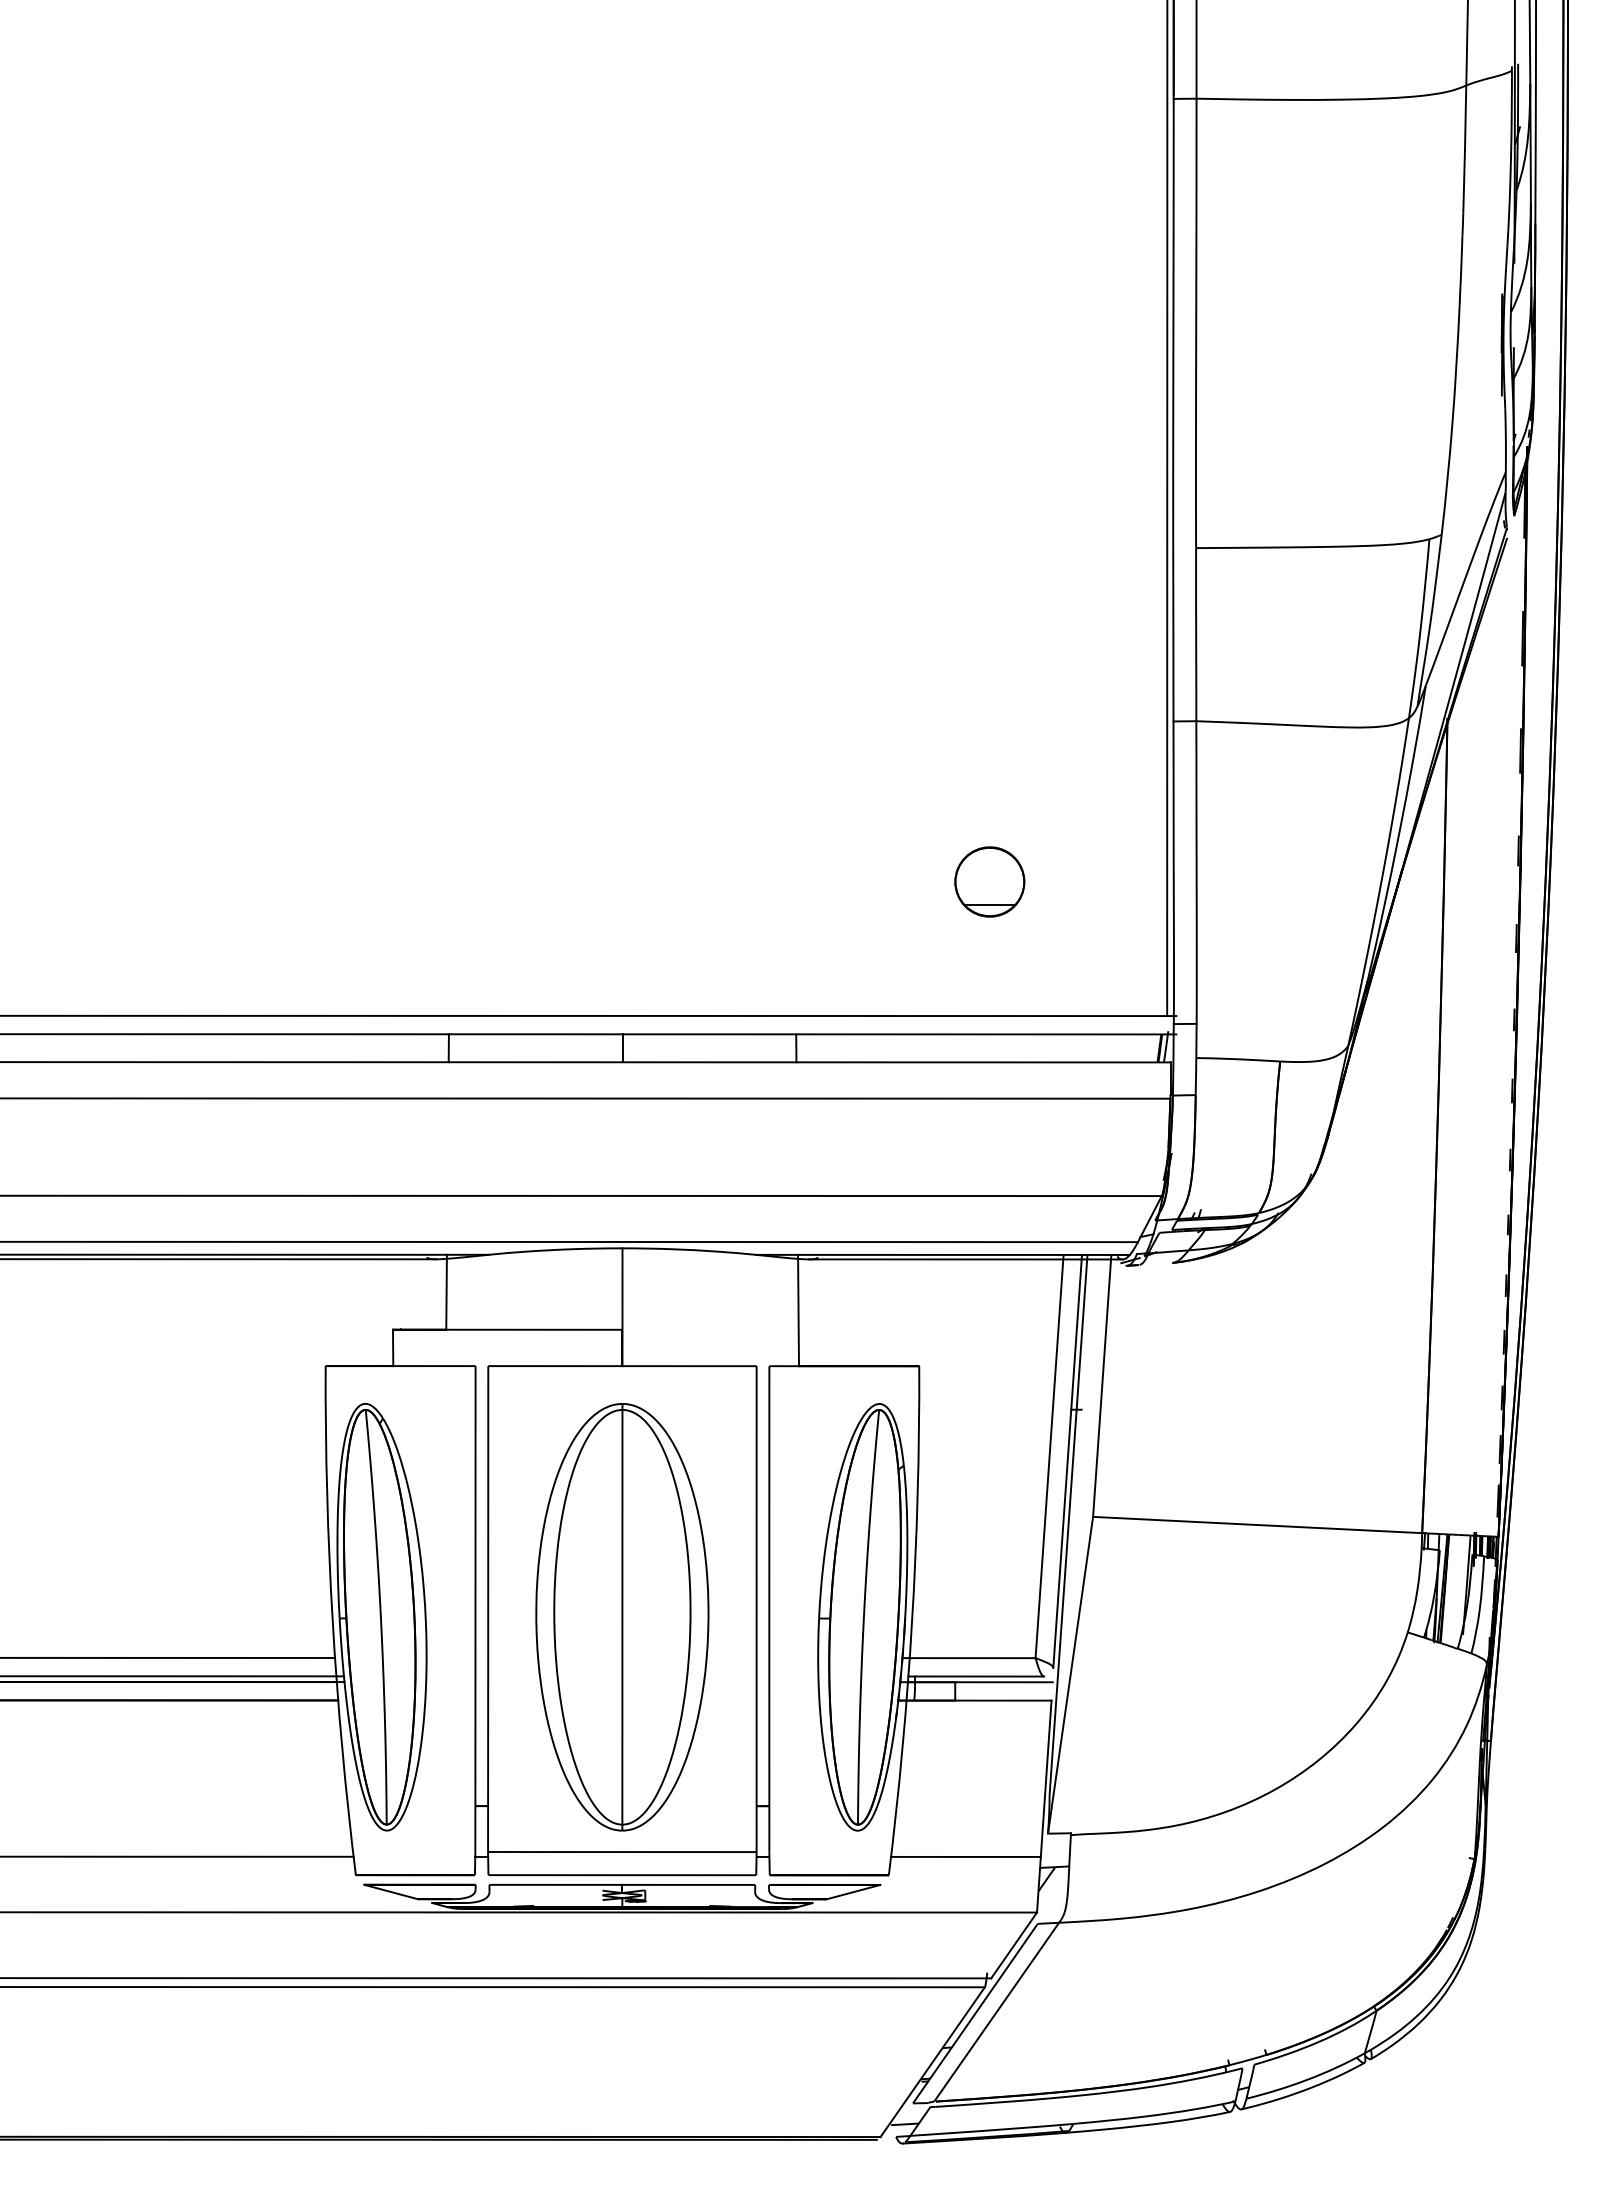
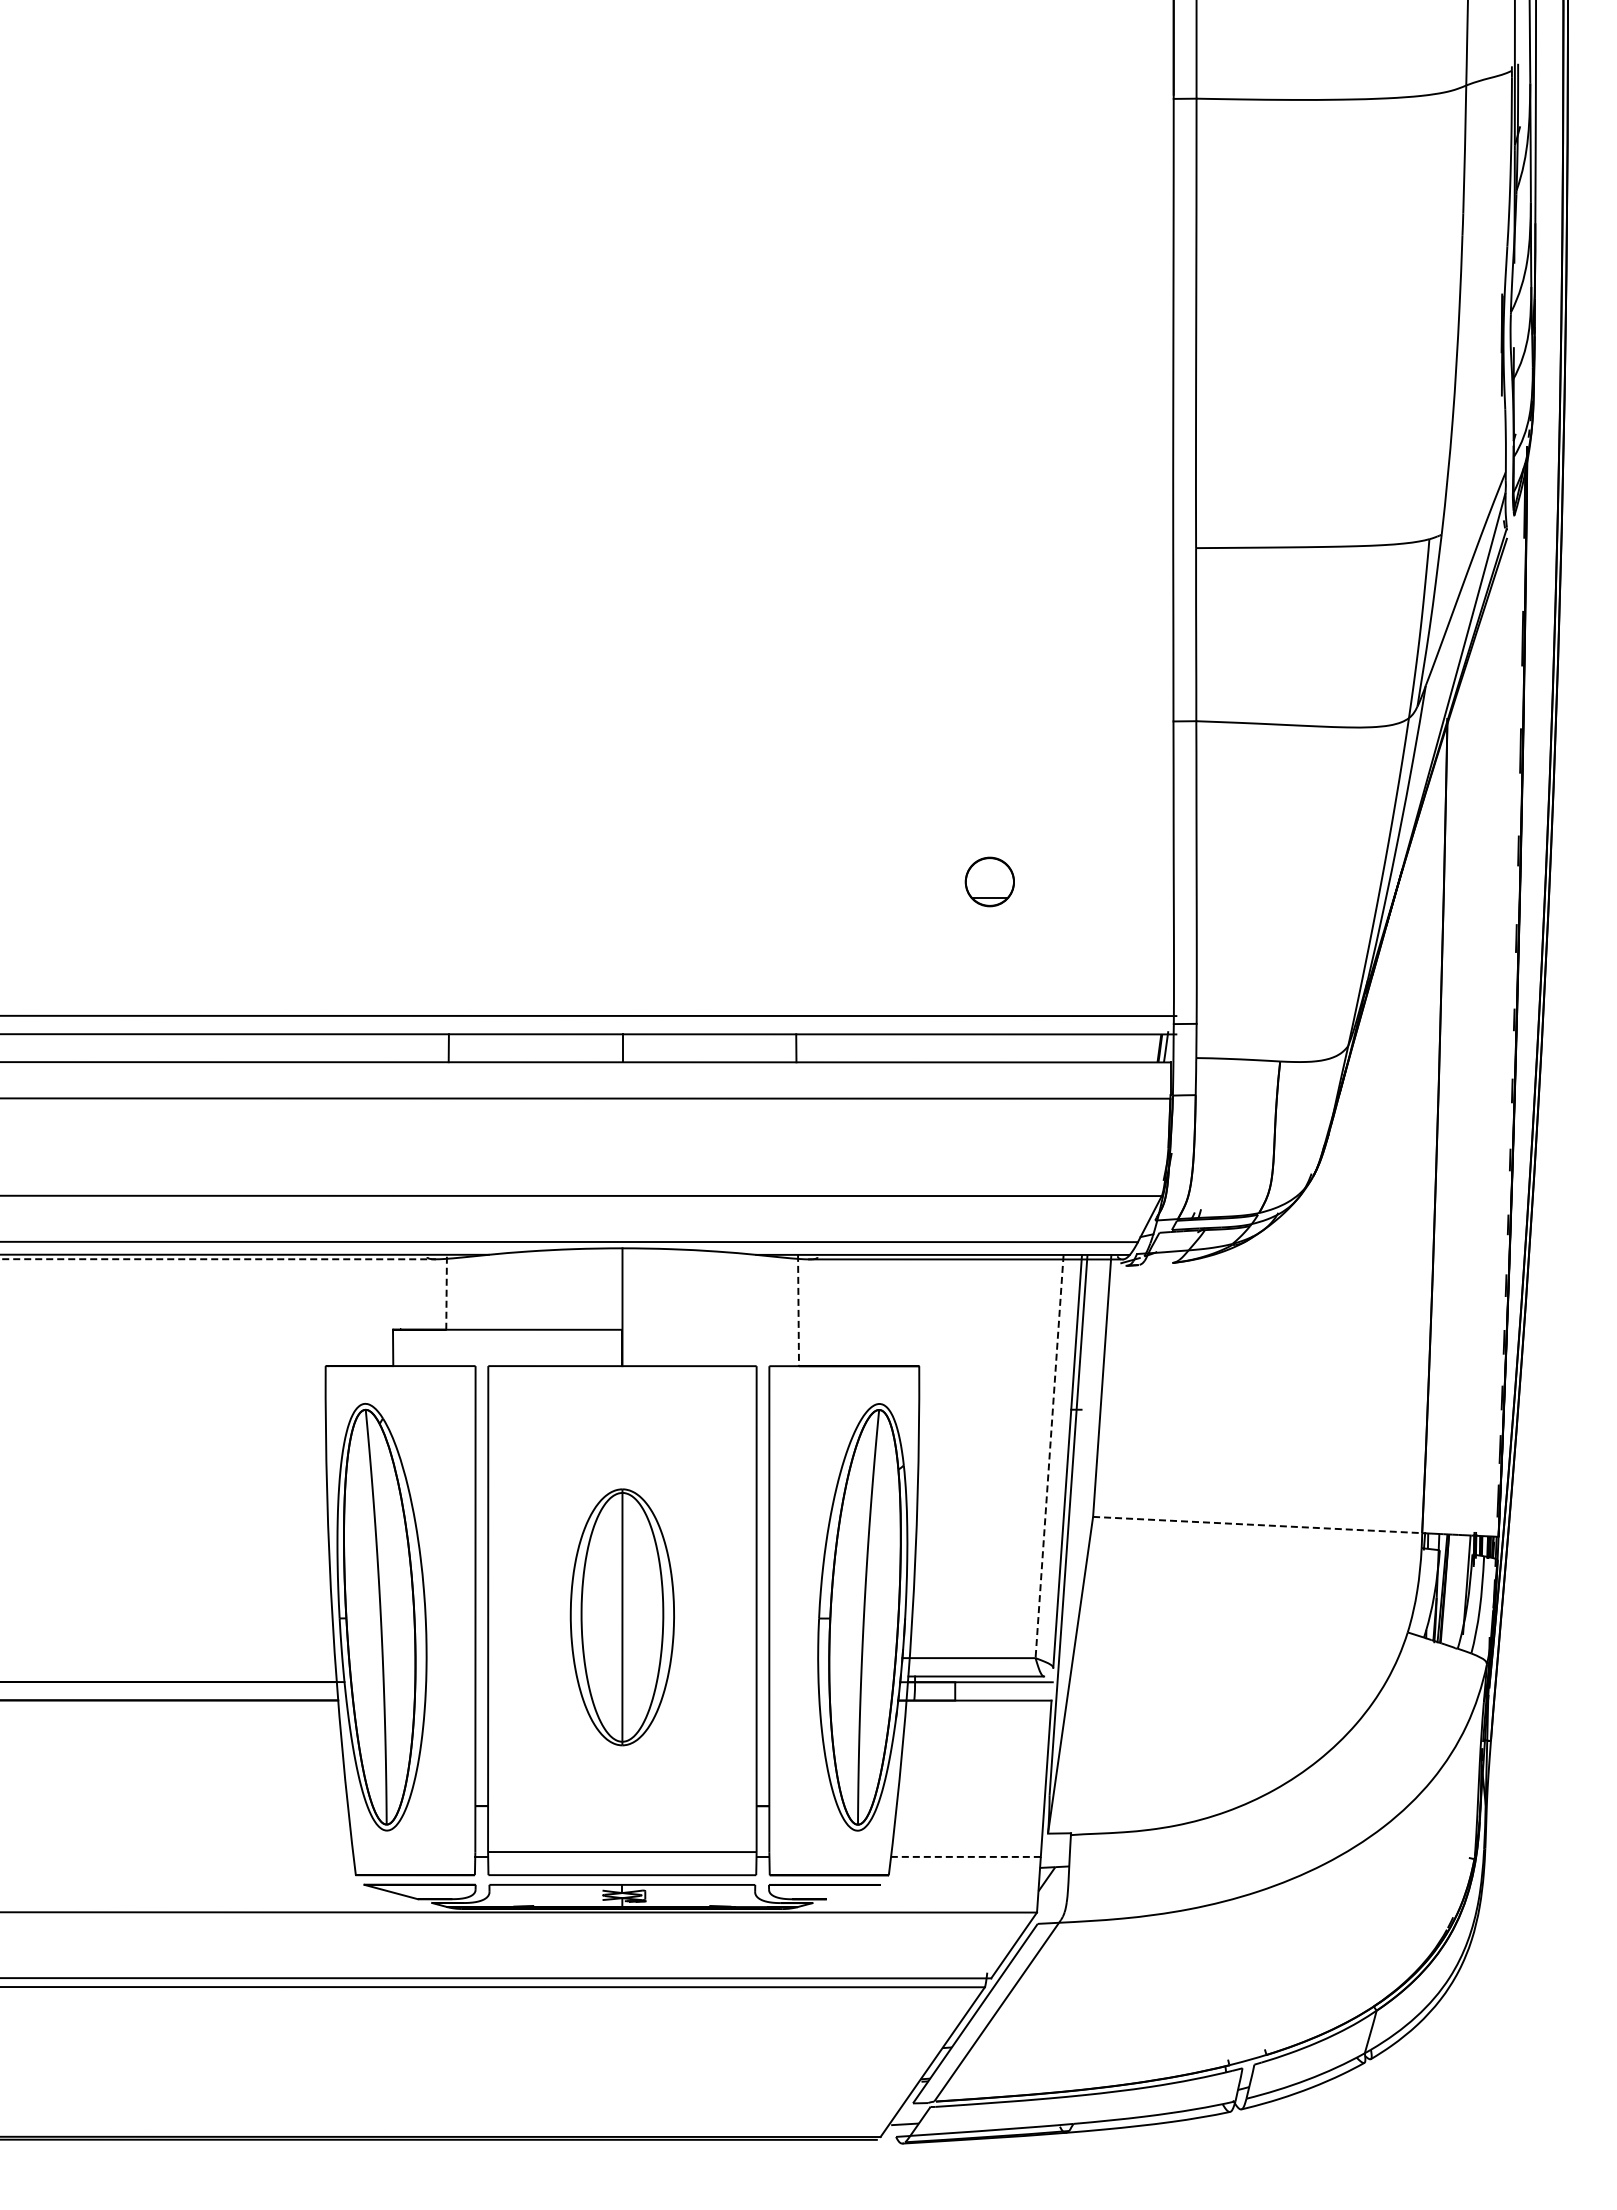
line at (1167, 509): present -> none
part at (989, 881) size: 72x72 px -> 51x52 px
line at (218, 1259): solid -> dashed
line at (446, 1291): solid -> dashed
line at (798, 1310): solid -> dashed
line at (1049, 1457): solid -> dashed
line at (1257, 1525): solid -> dashed
part at (622, 1617) size: 175x429 px -> 106x259 px
line at (168, 1657): present -> none
line at (172, 1676): present -> none
line at (177, 1856): present -> none
line at (965, 1856): solid -> dashed
line at (853, 1891): present -> none
